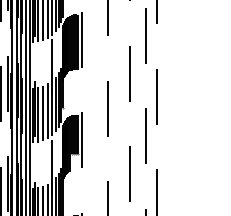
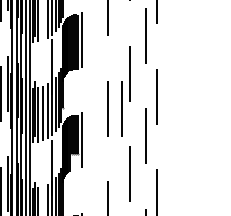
line at (43, 21): present -> none
line at (121, 108): none -> present
line at (43, 199): present -> none
